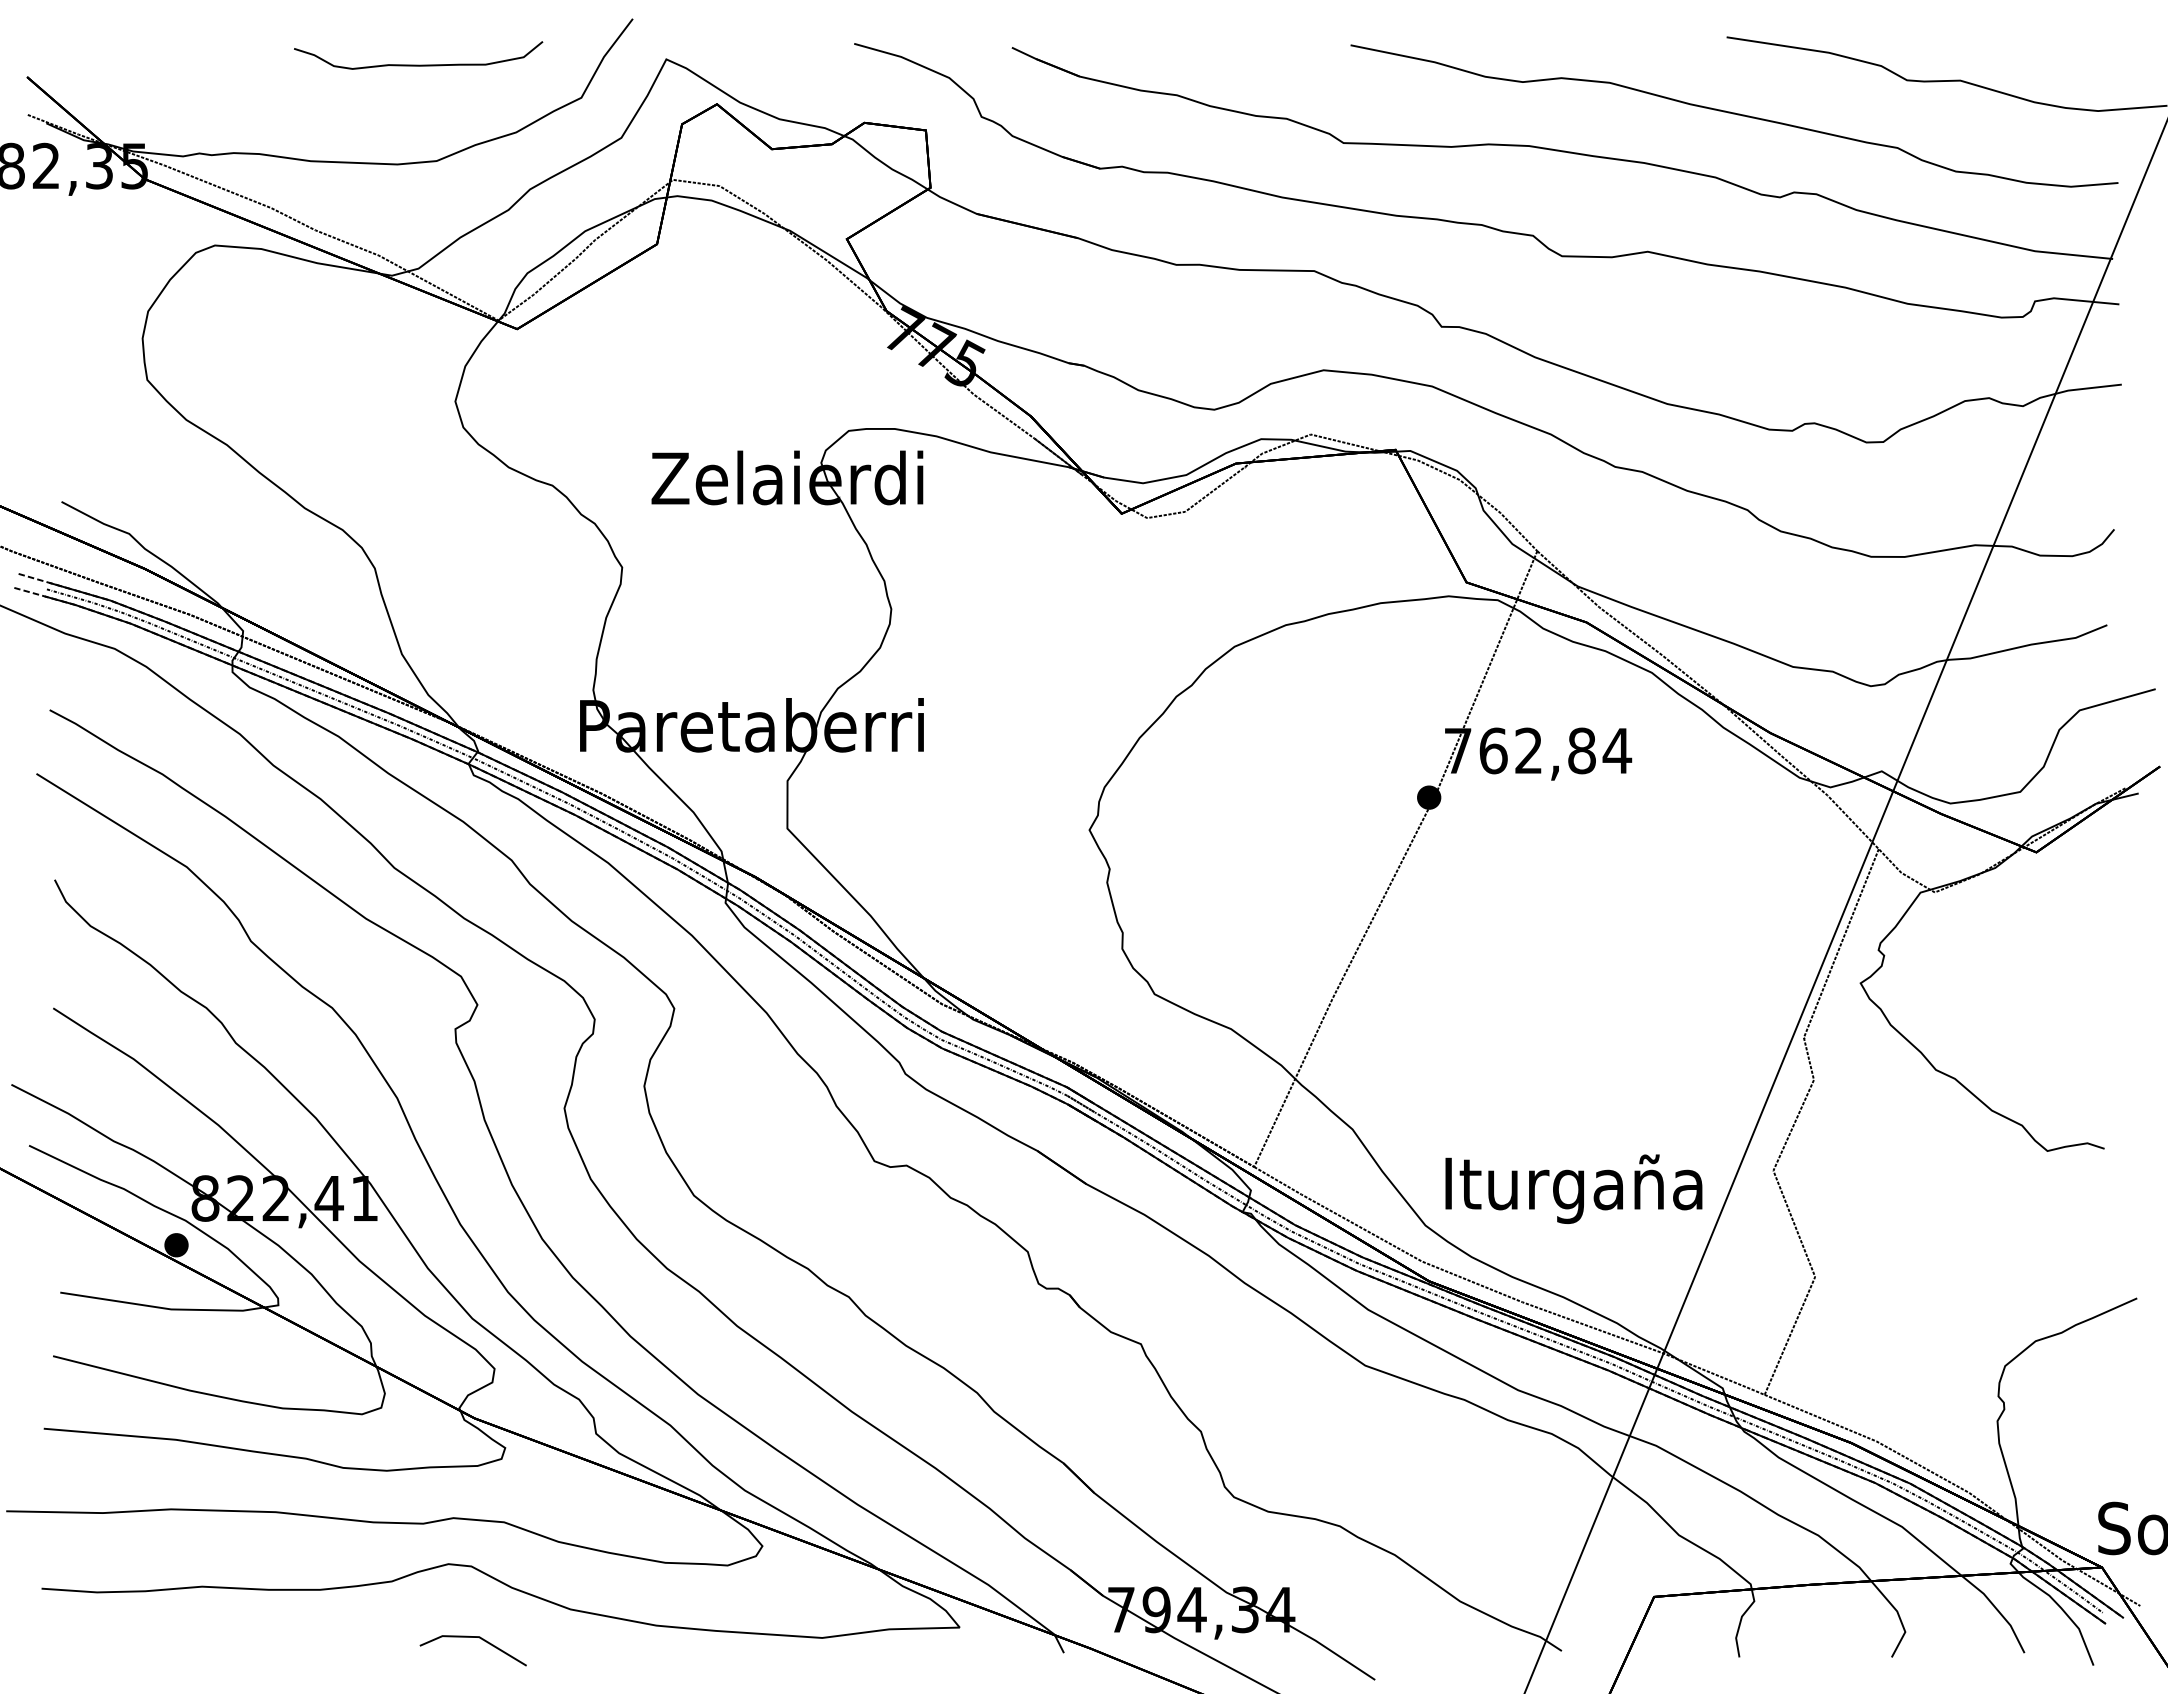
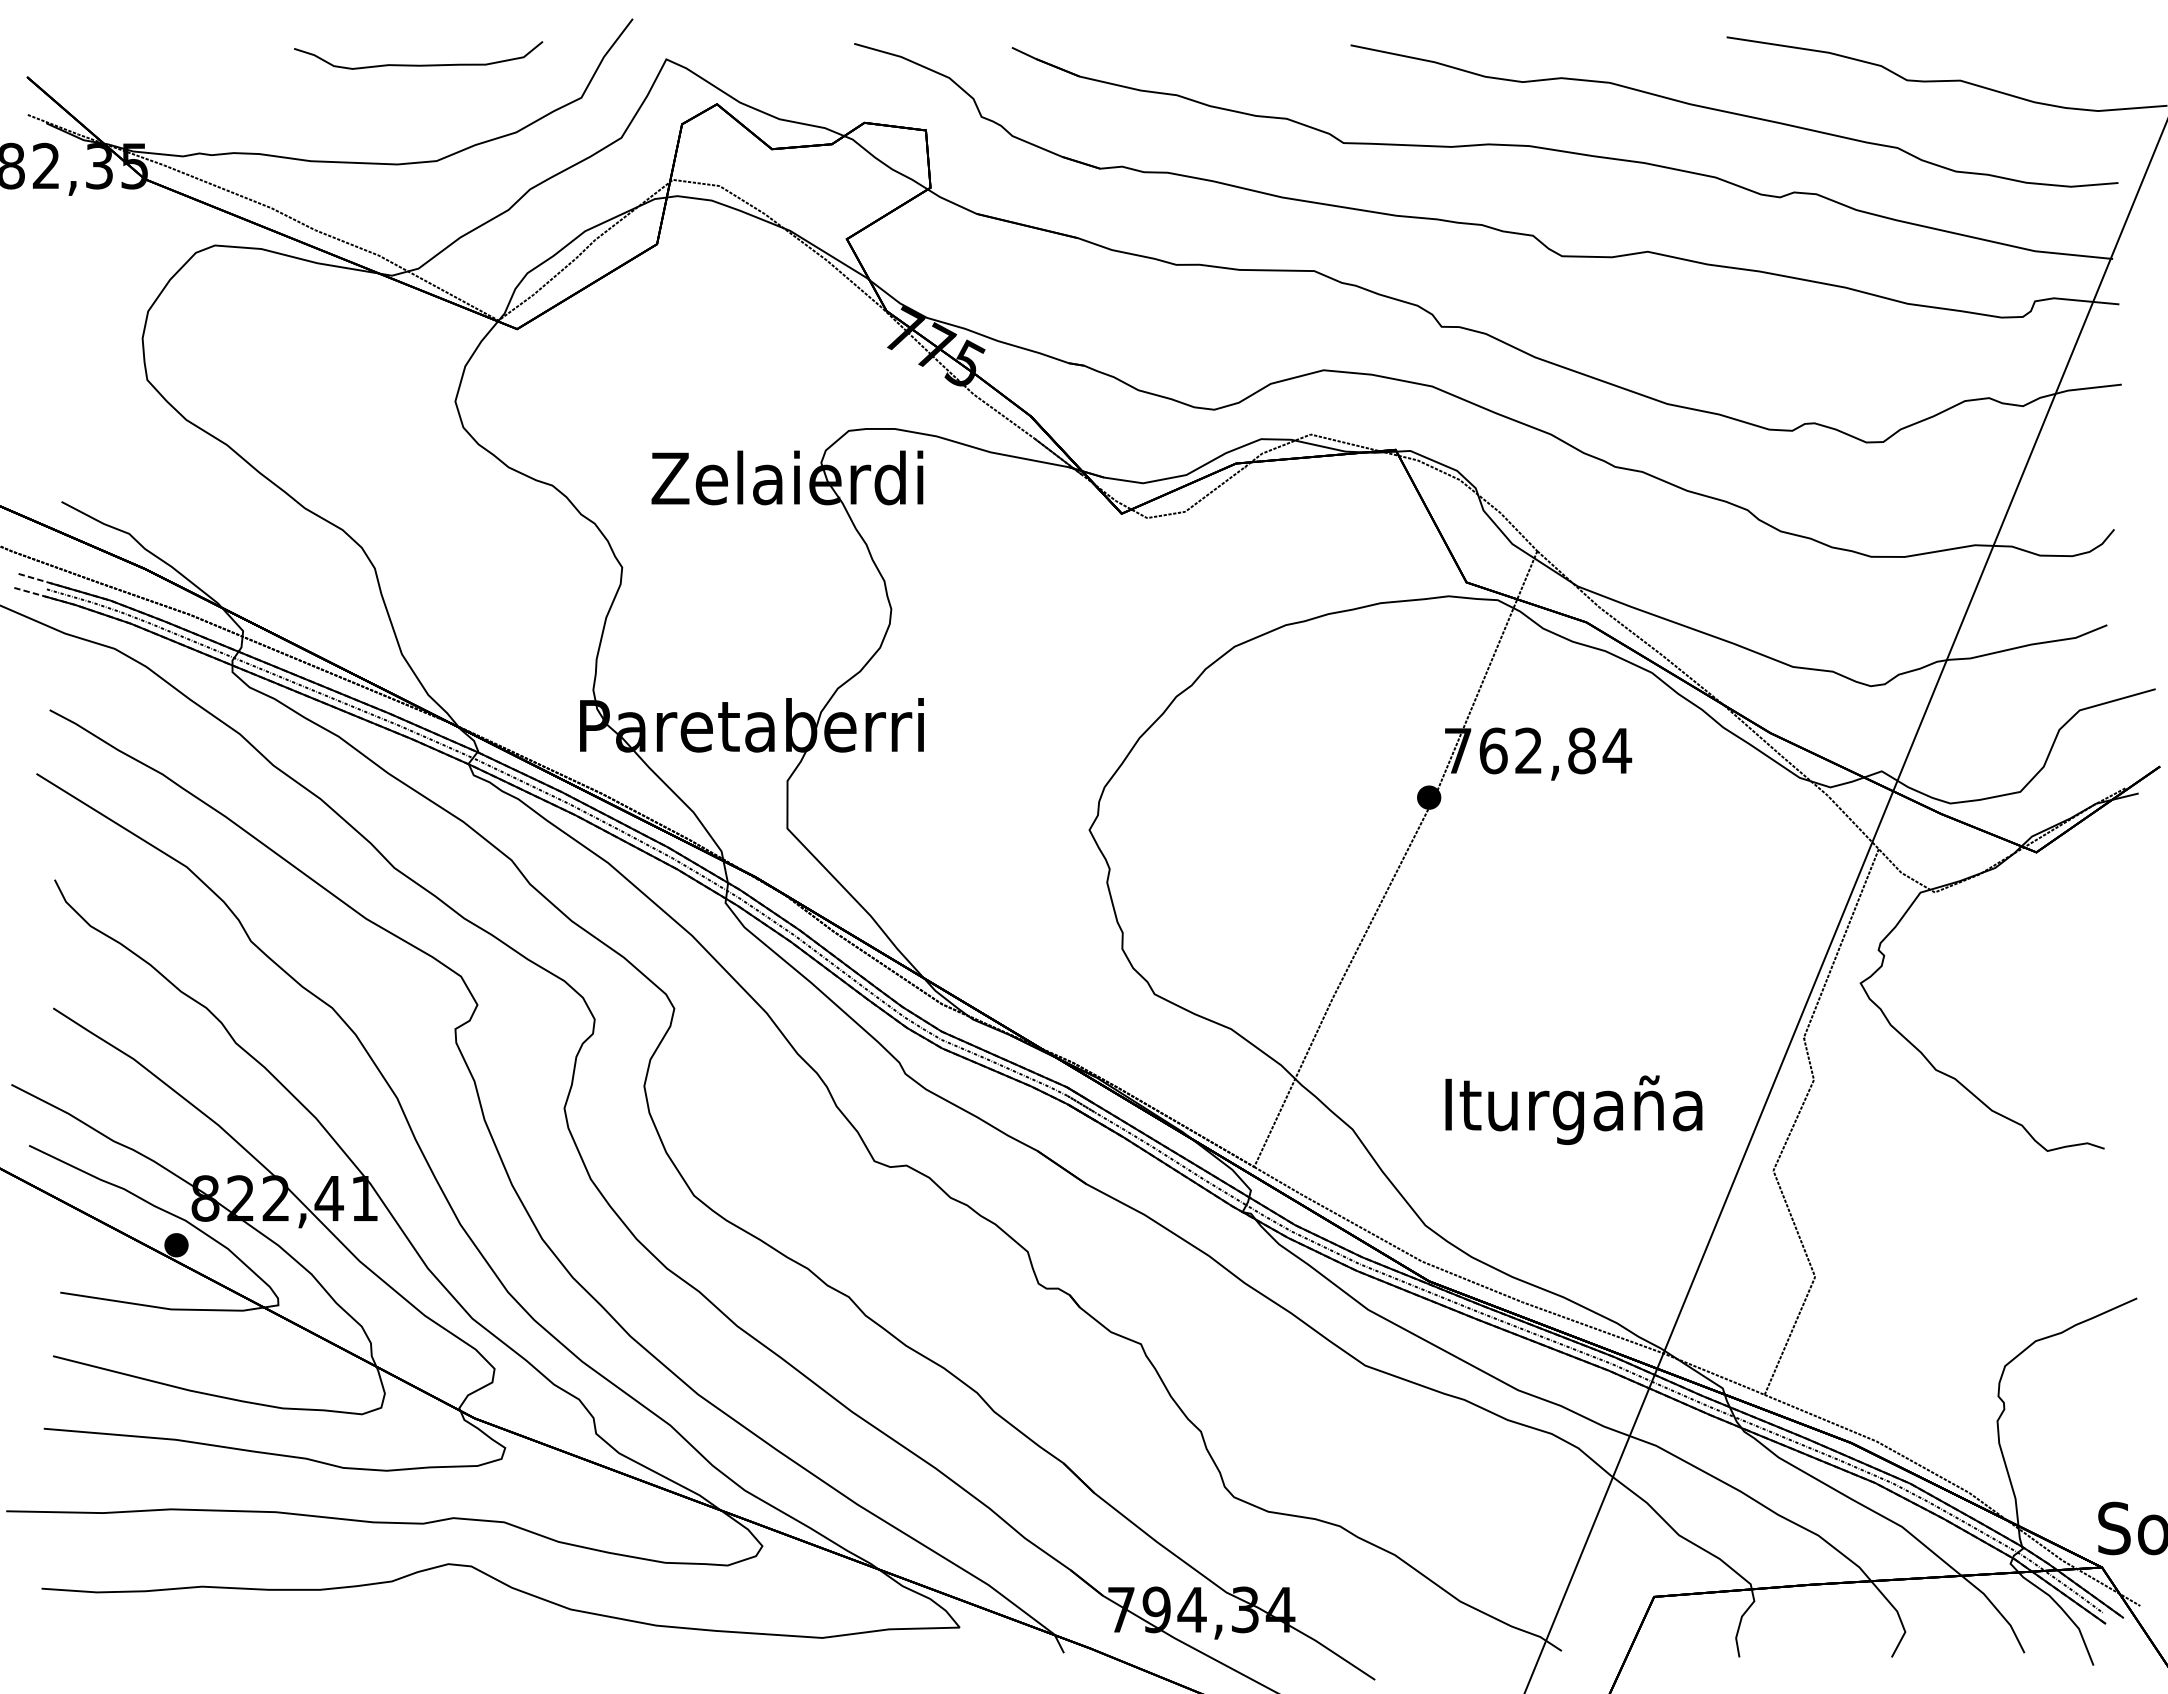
text at (1573, 1188) position: (1573, 1188) -> (1573, 1109)
line at (472, 1637): present -> none
